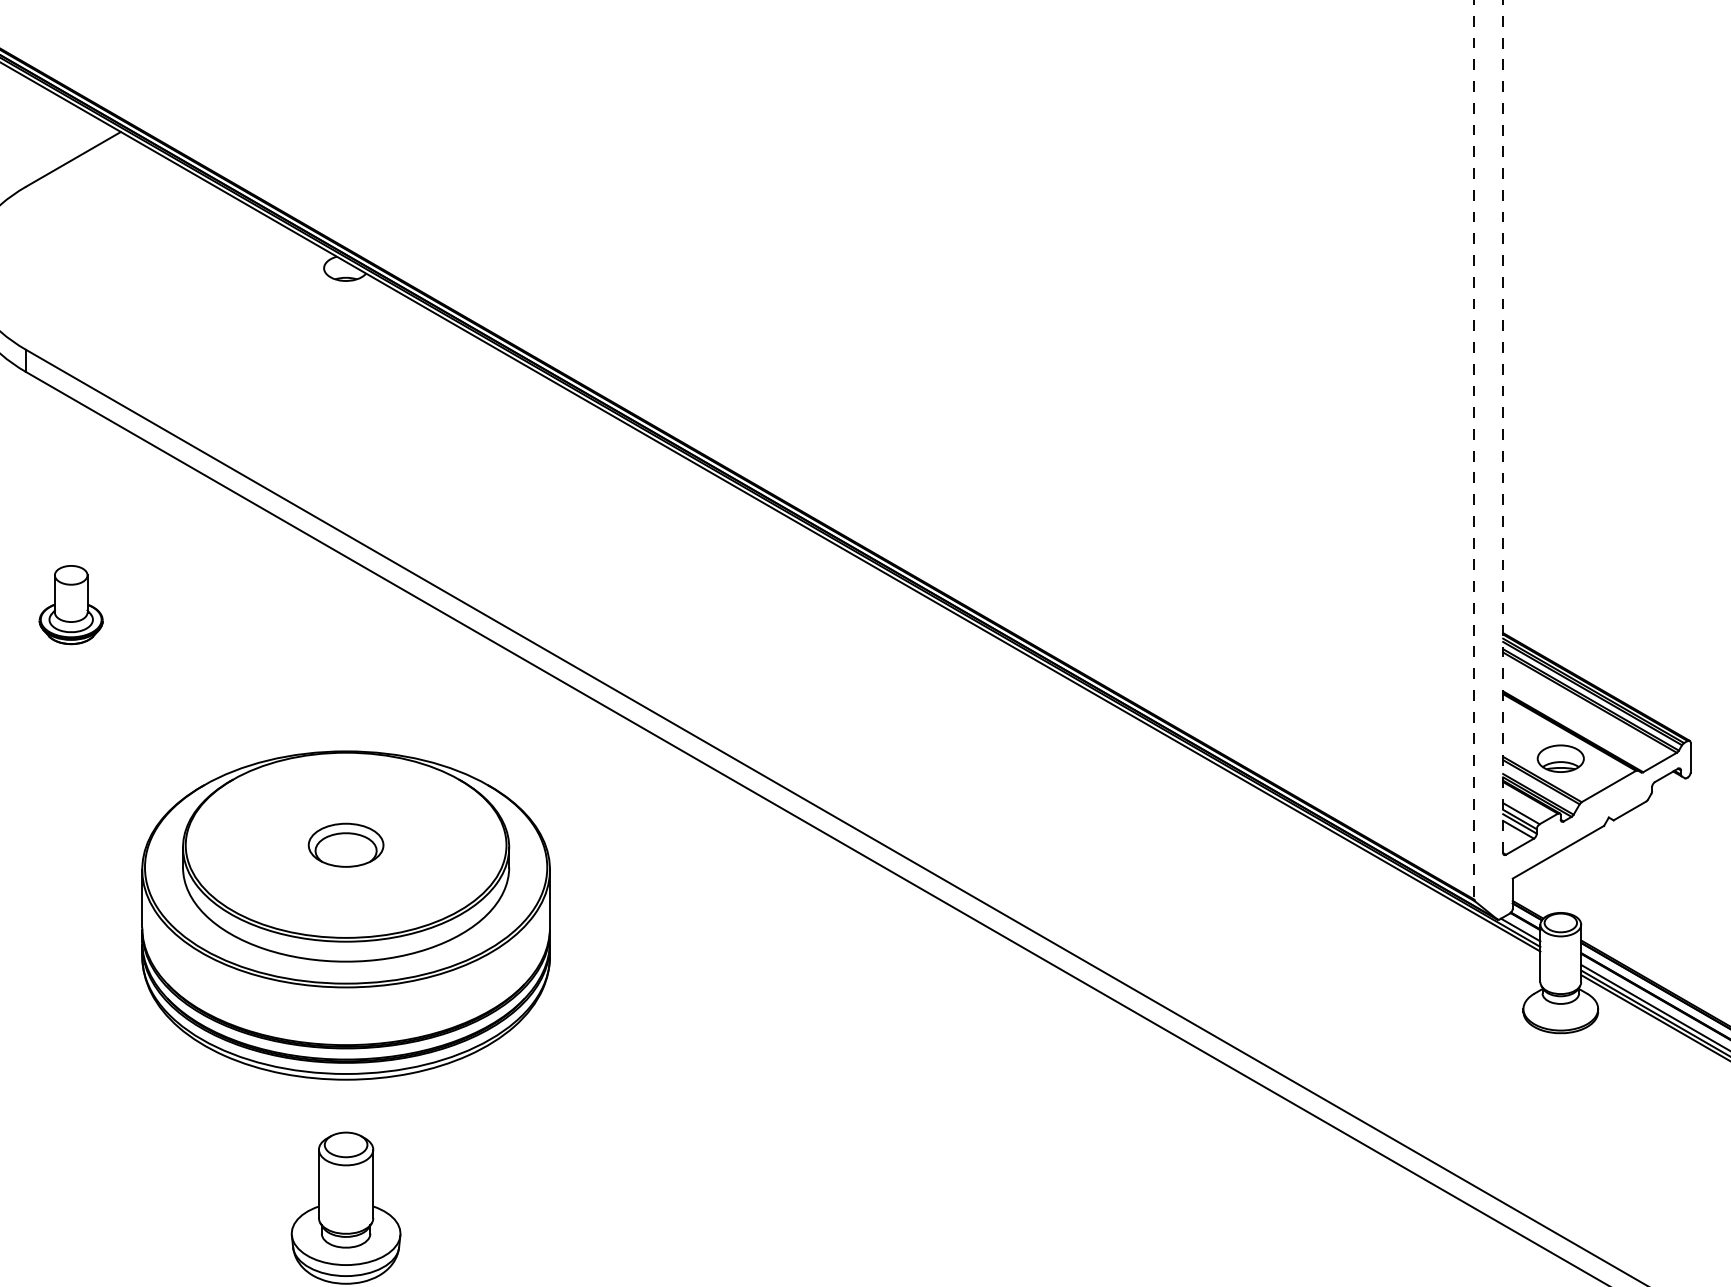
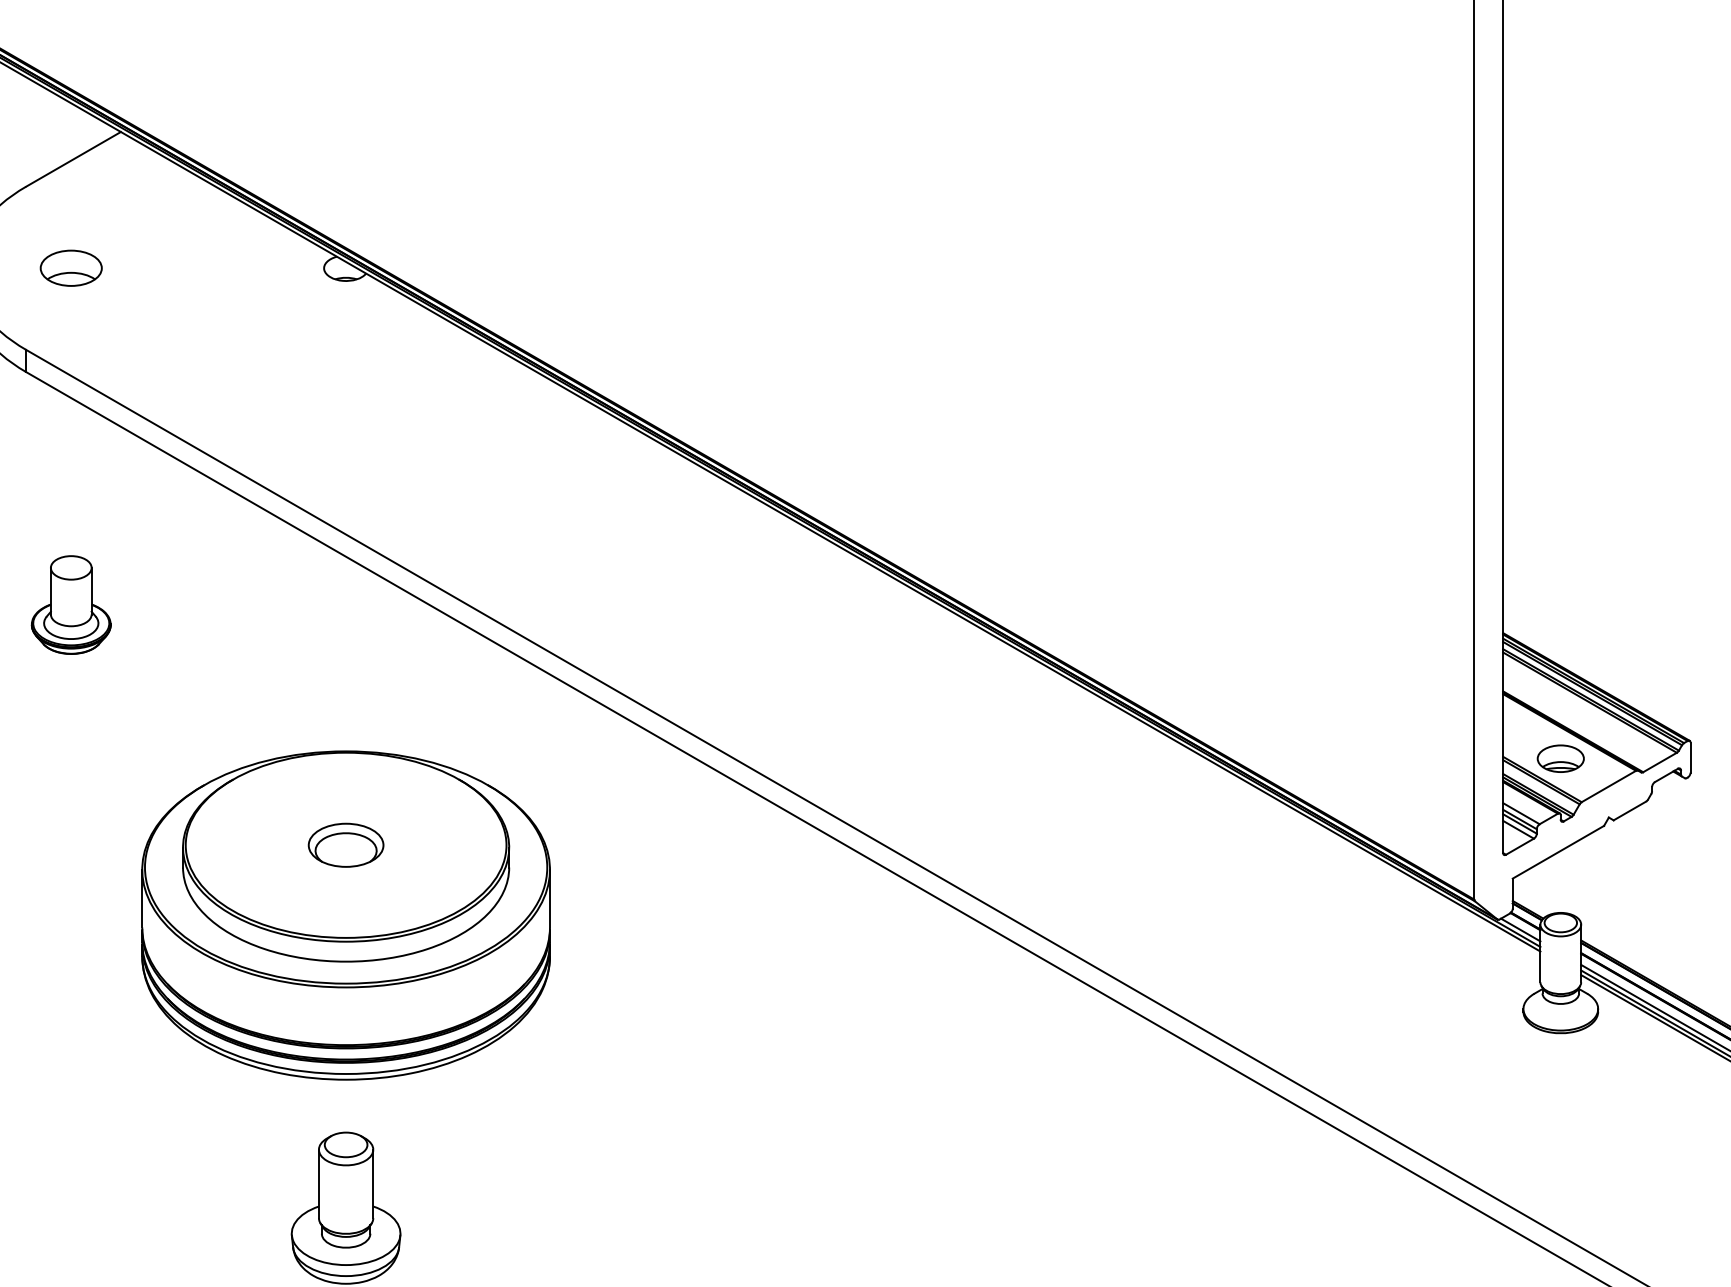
part at (70, 267): none -> present
line at (1503, 426): dashed -> solid
line at (1474, 449): dashed -> solid
part at (70, 605) size: 66x81 px -> 82x100 px
